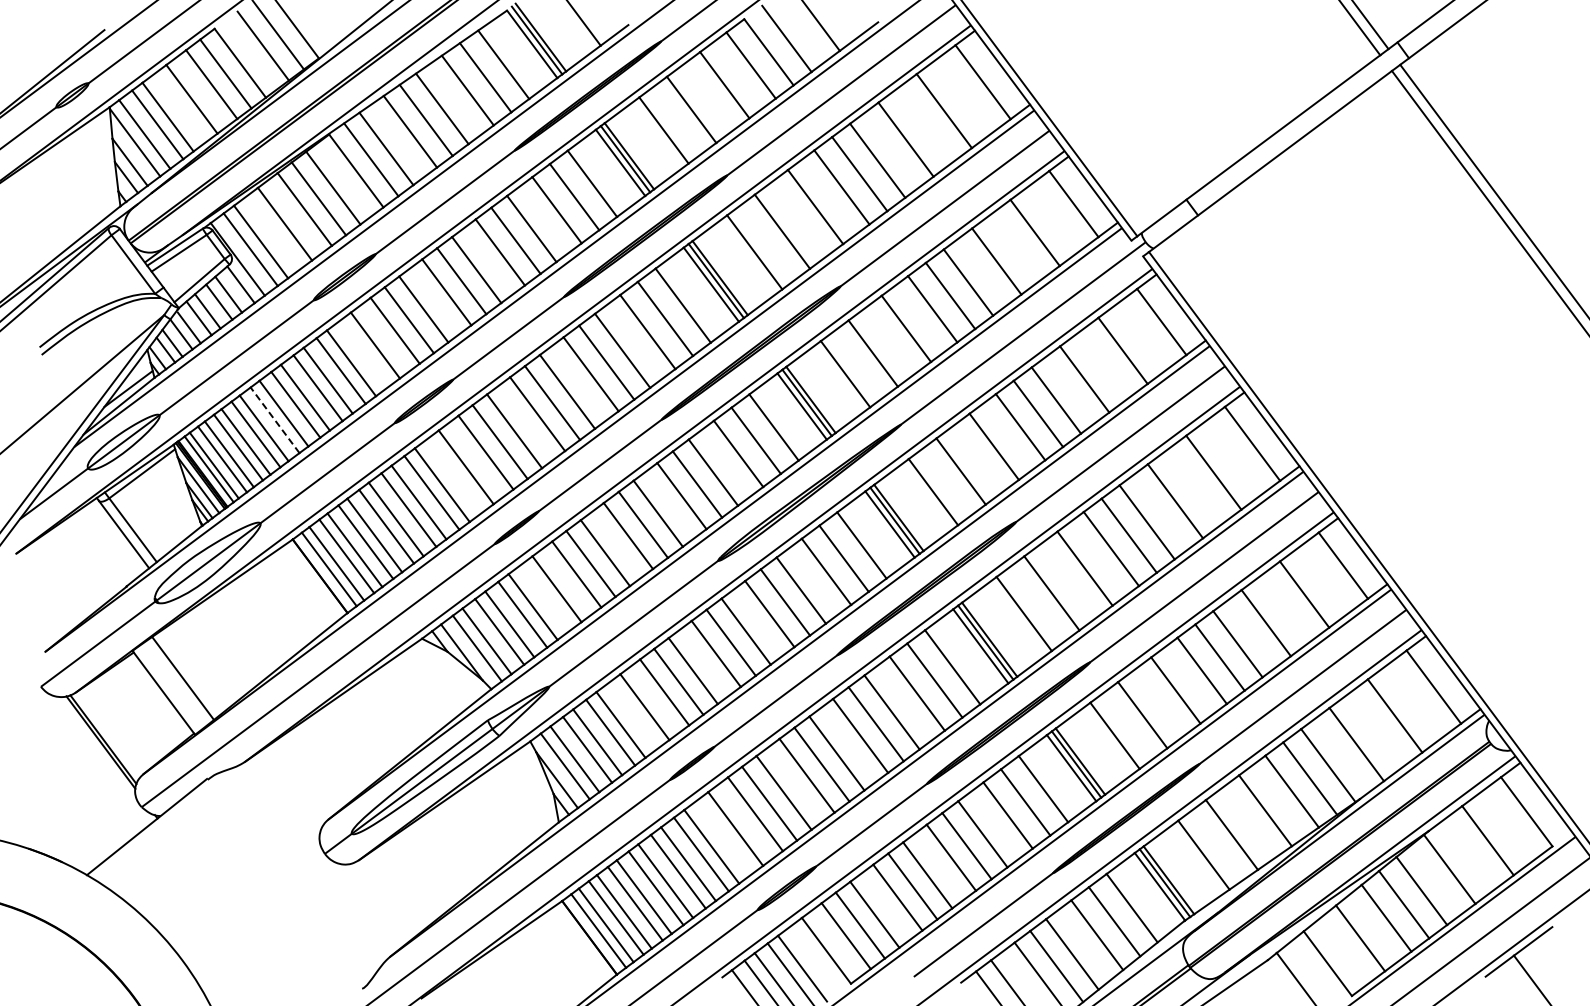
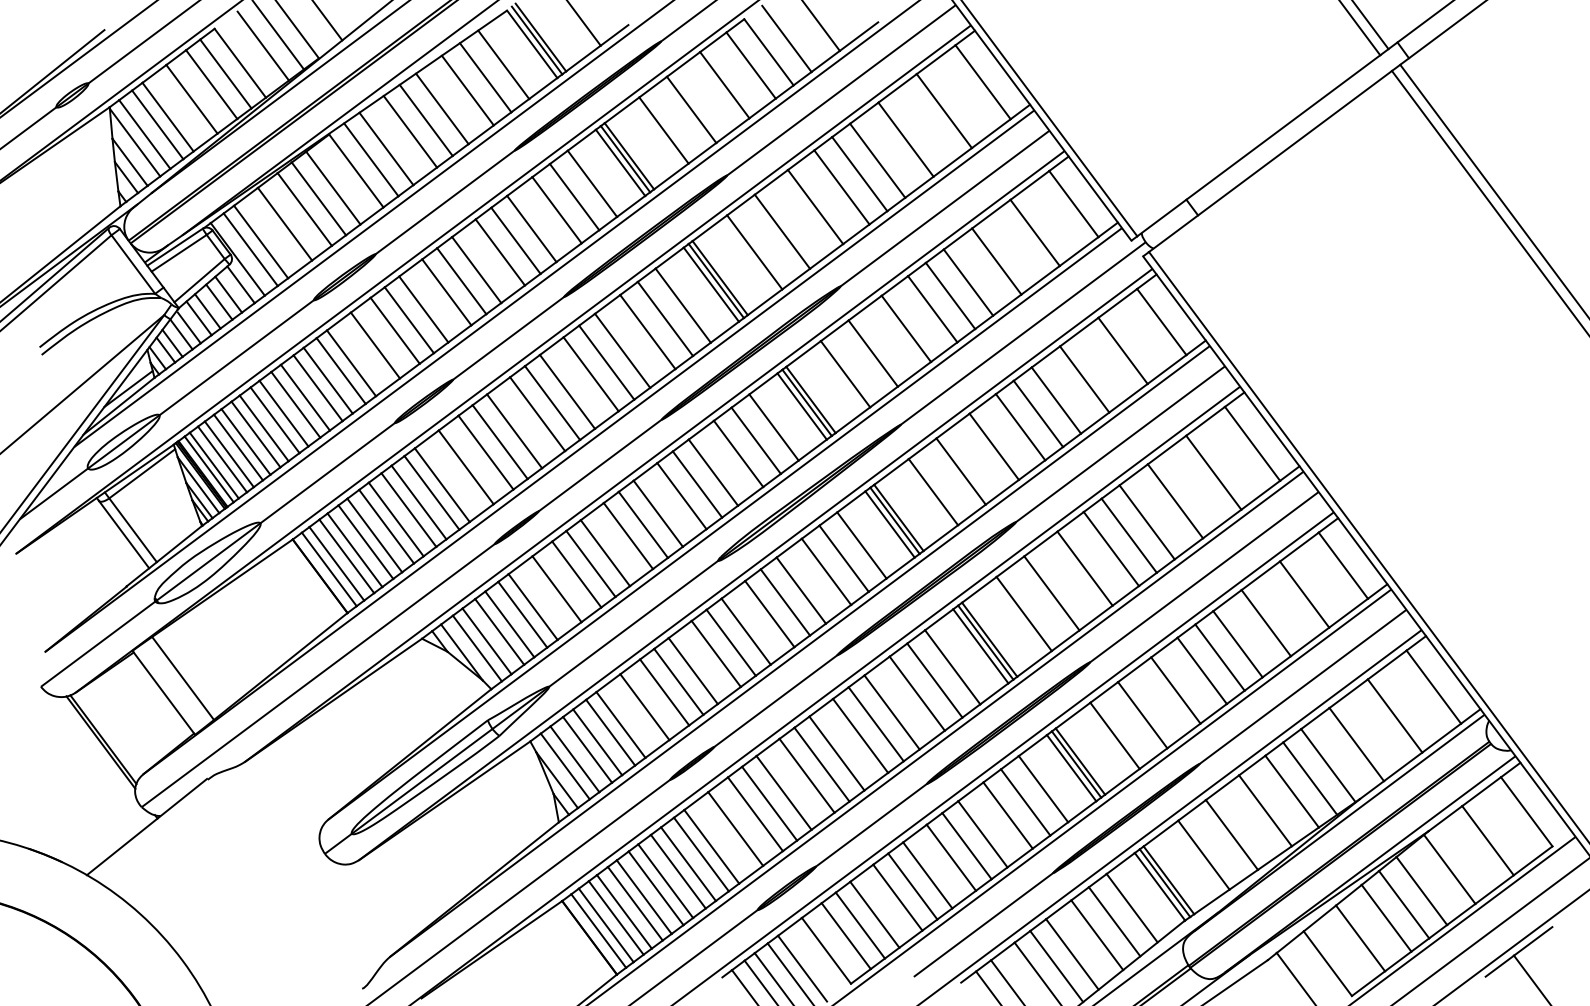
line at (328, 21): none -> present
line at (275, 420): dashed -> solid
